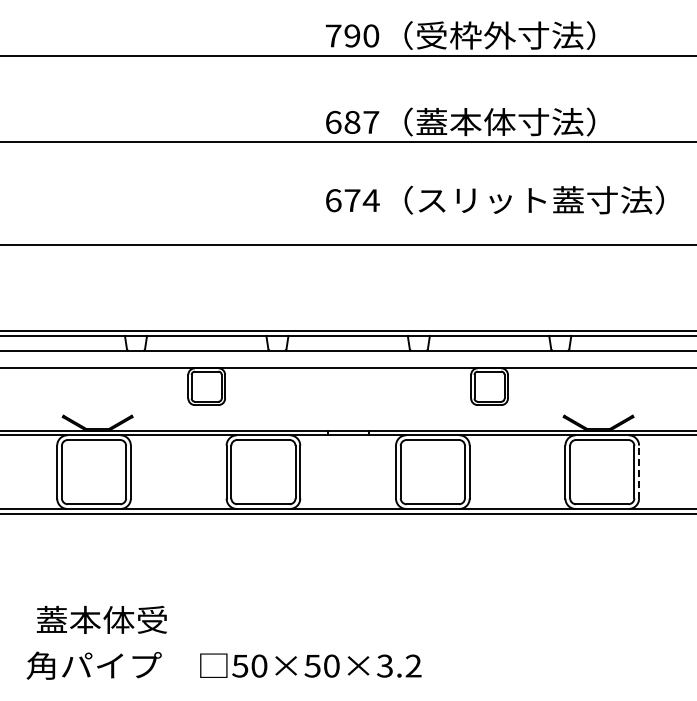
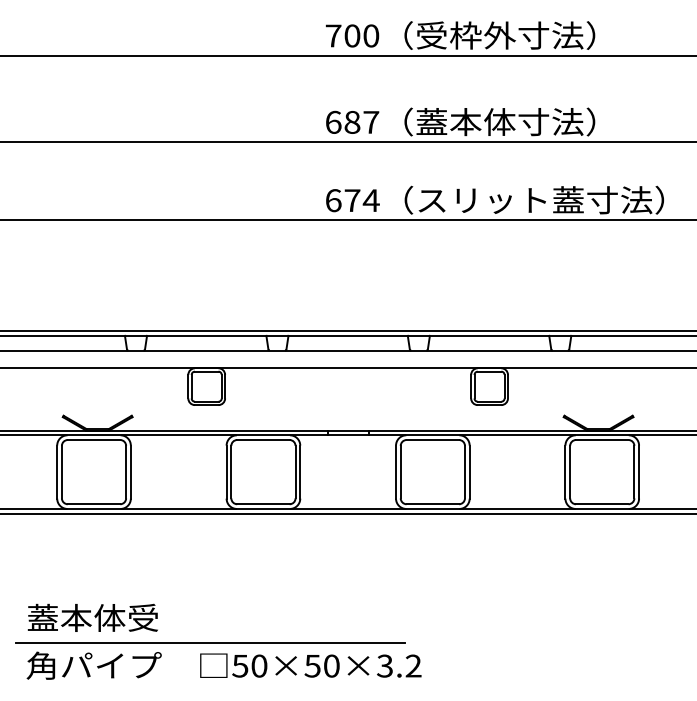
text at (352, 35): 790 -> 700
line at (347, 245) position: (347, 245) -> (347, 220)
line at (639, 472): dashed -> solid
text at (101, 619) position: (101, 619) -> (92, 617)
line at (210, 643): none -> present
